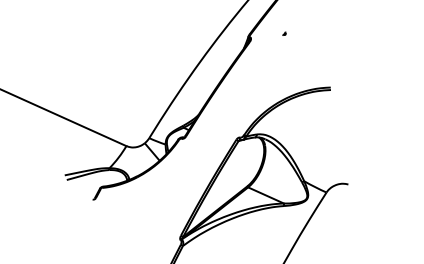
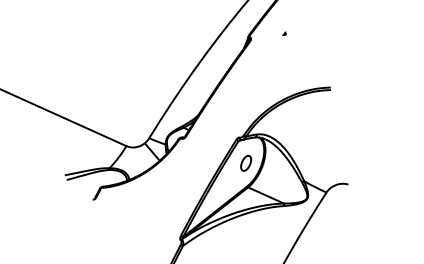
part at (246, 162): none -> present
